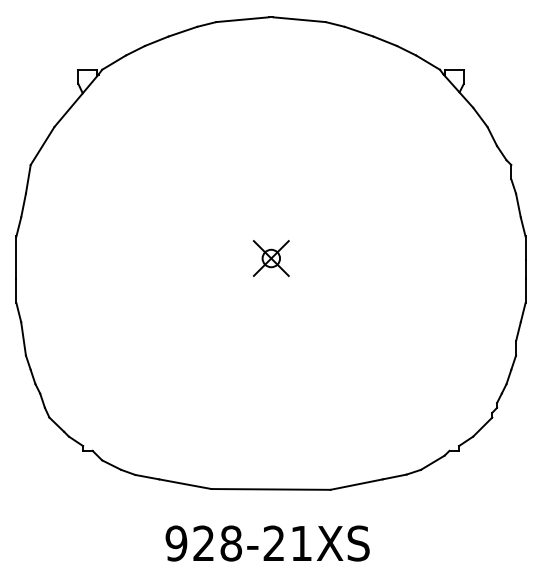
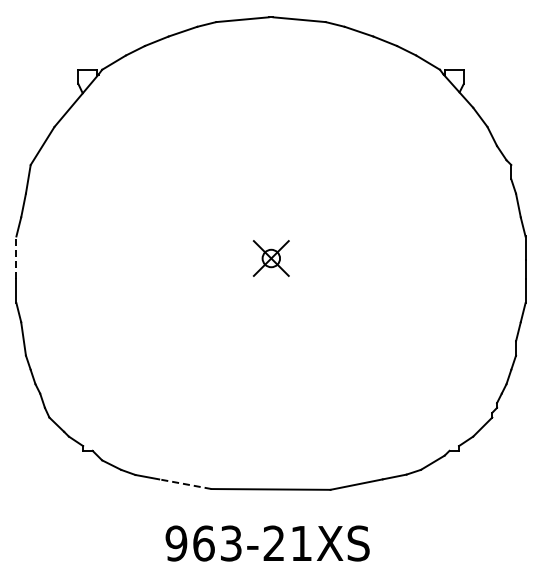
line at (16, 257): solid -> dashed
line at (185, 484): solid -> dashed
text at (217, 543): 928-21XS -> 963-21XS
